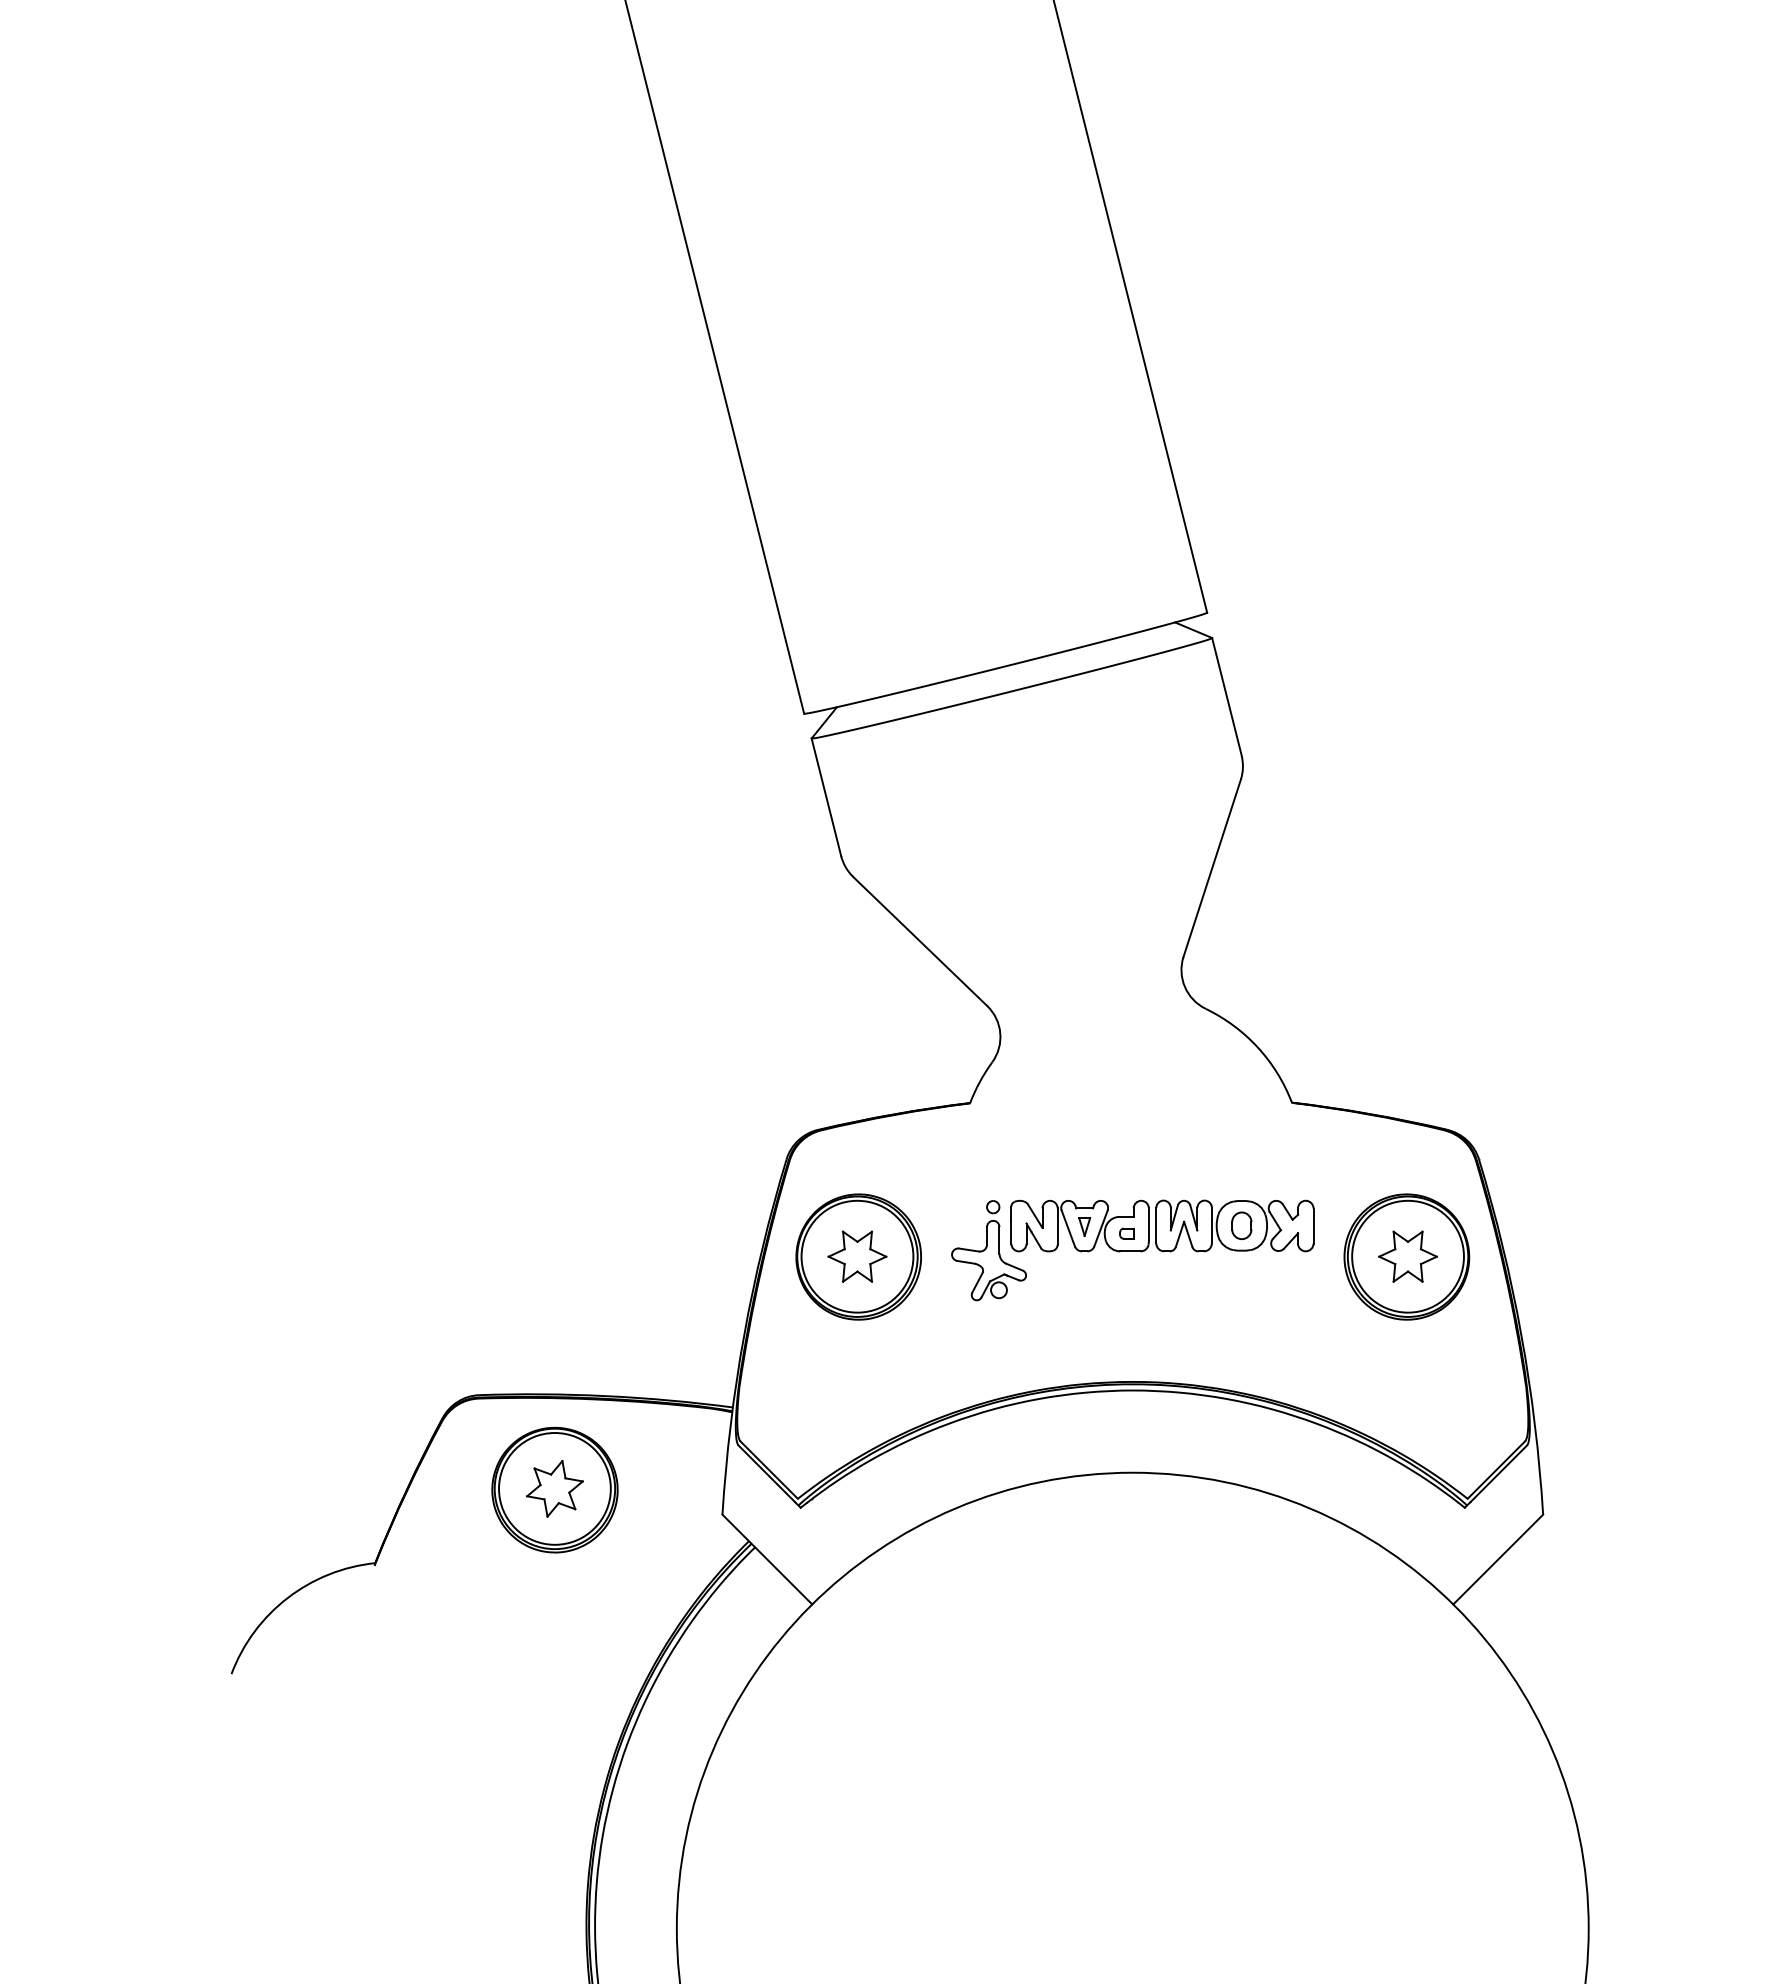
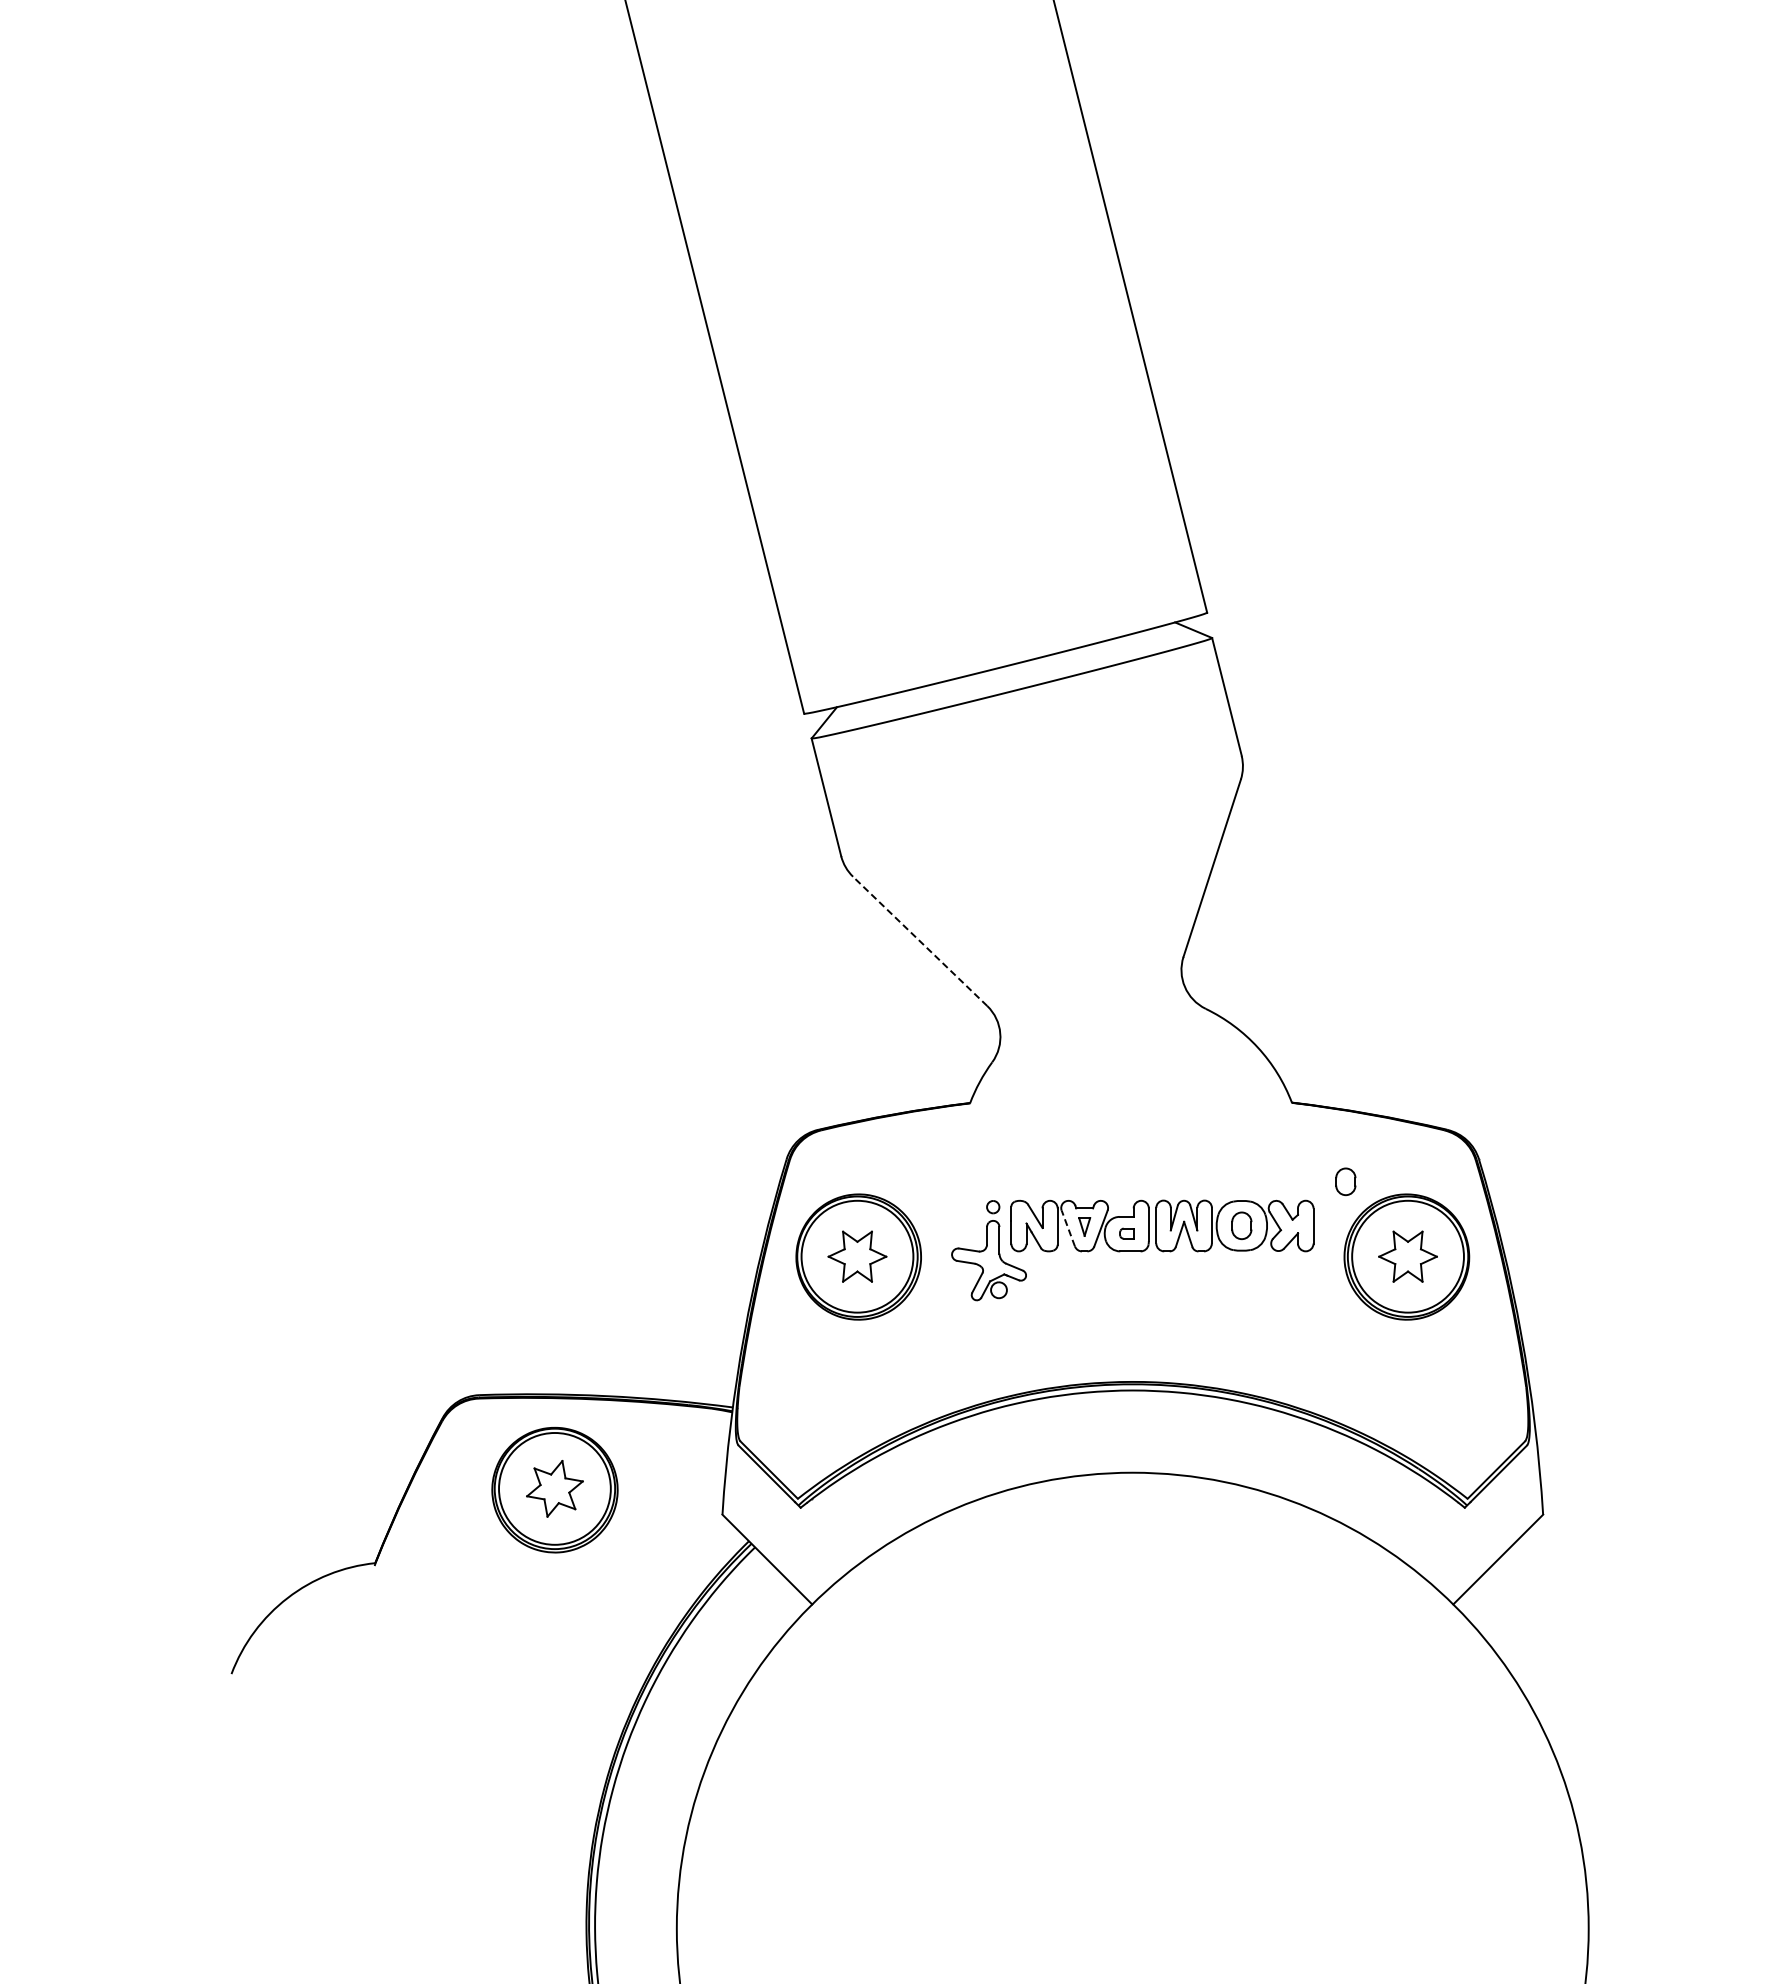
line at (919, 941): solid -> dashed
part at (1345, 1181): none -> present
line at (1068, 1228): solid -> dashed
